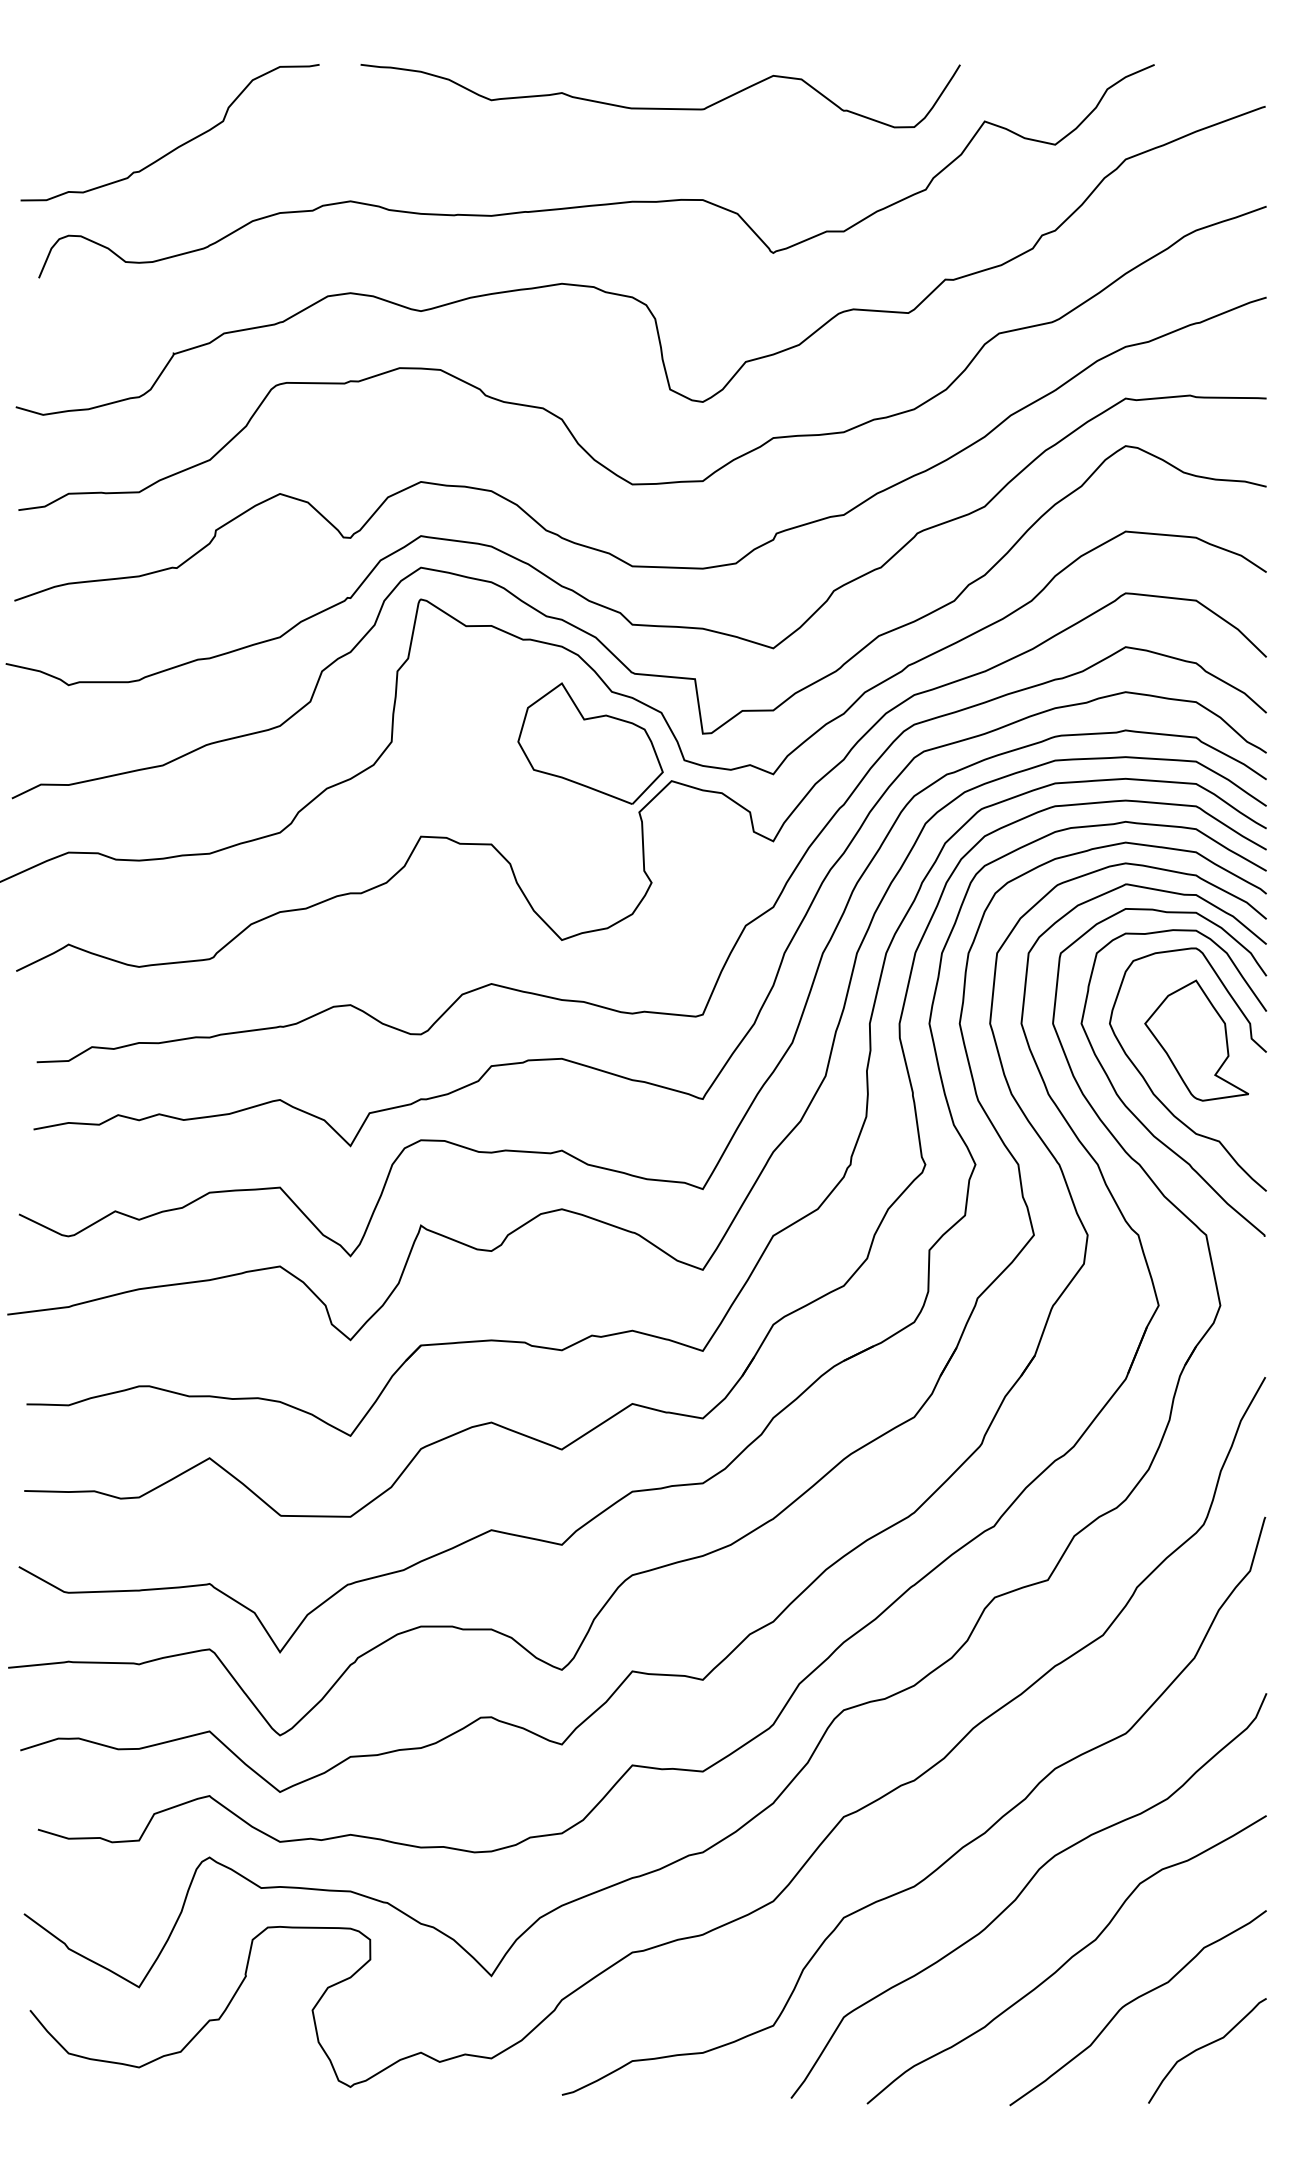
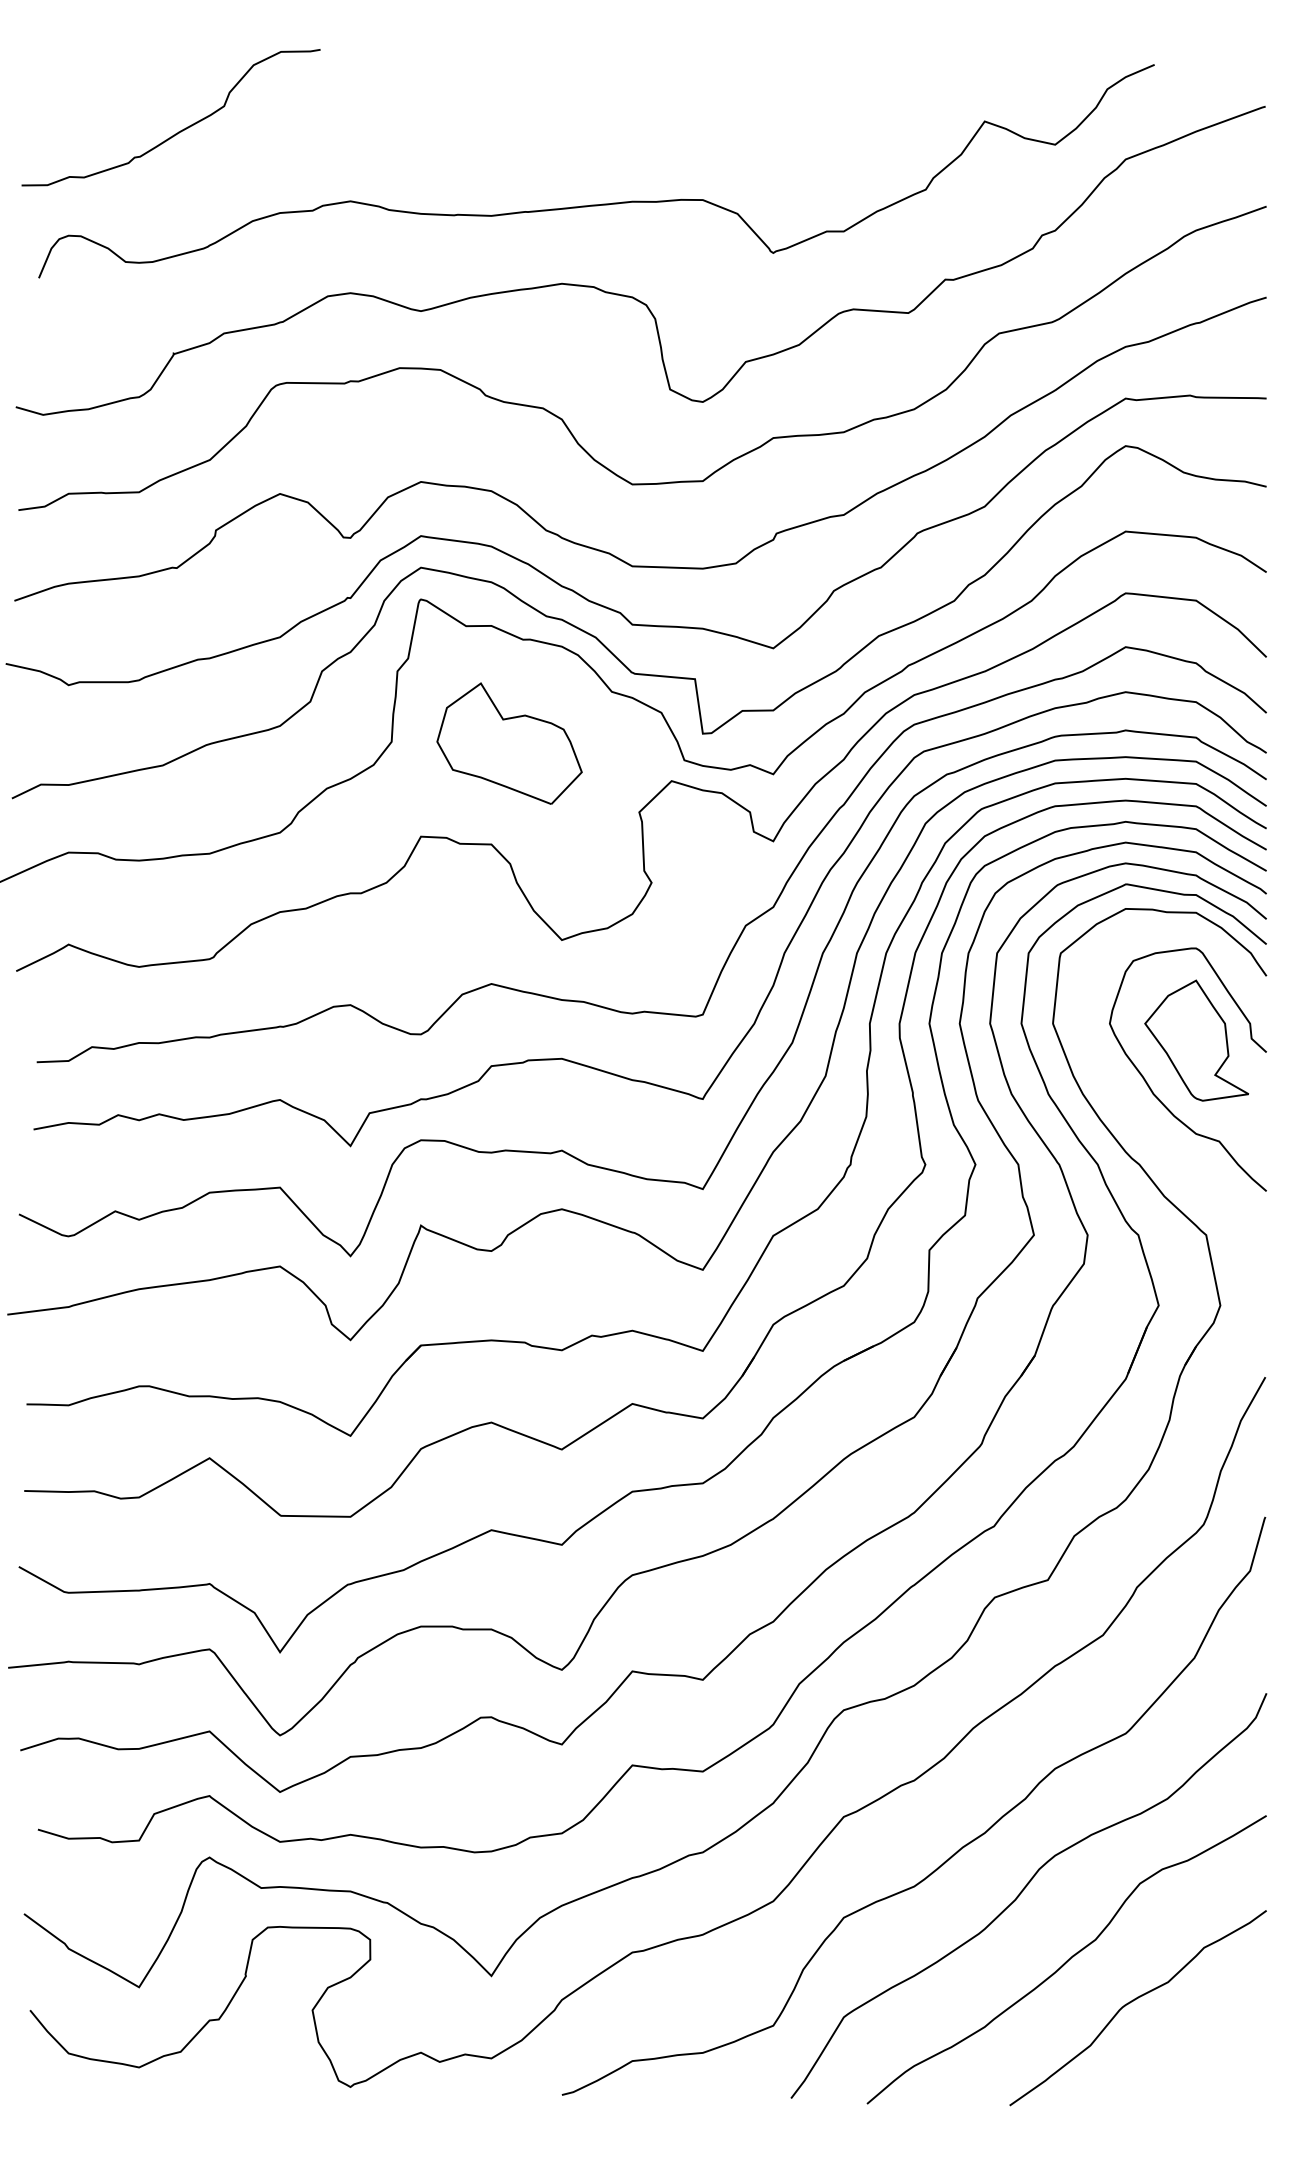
curve at (657, 107): present -> none
curve at (177, 146) position: (177, 146) -> (178, 131)
part at (590, 743) position: (590, 743) -> (509, 743)
curve at (1137, 1117): present -> none
curve at (1206, 2046): present -> none
